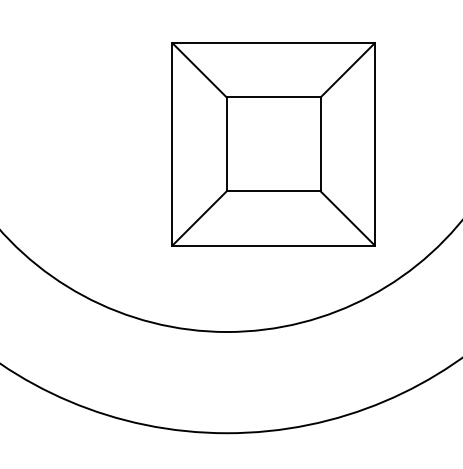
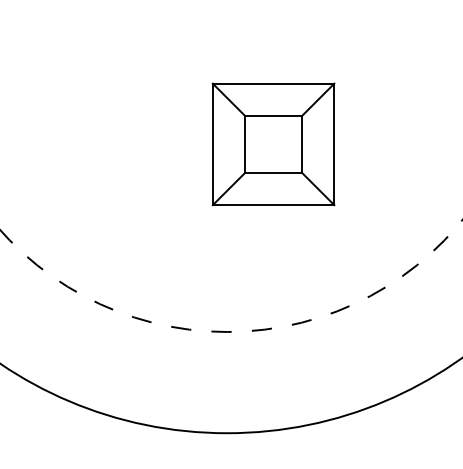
part at (273, 144) size: 205x205 px -> 125x125 px
arc at (233, 331): solid -> dashed
